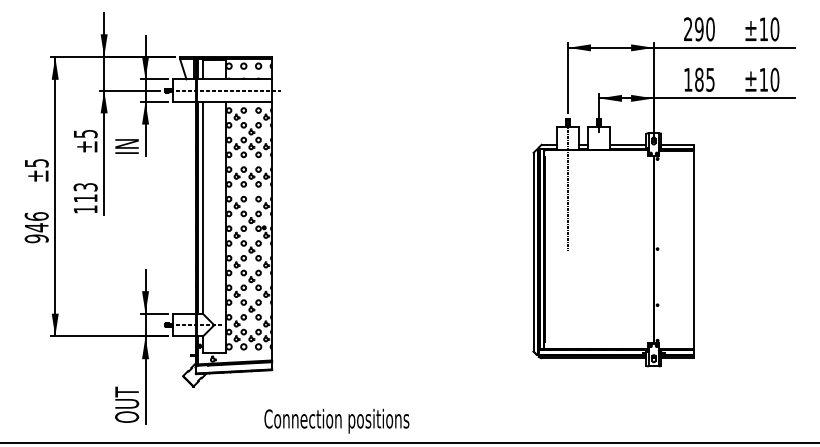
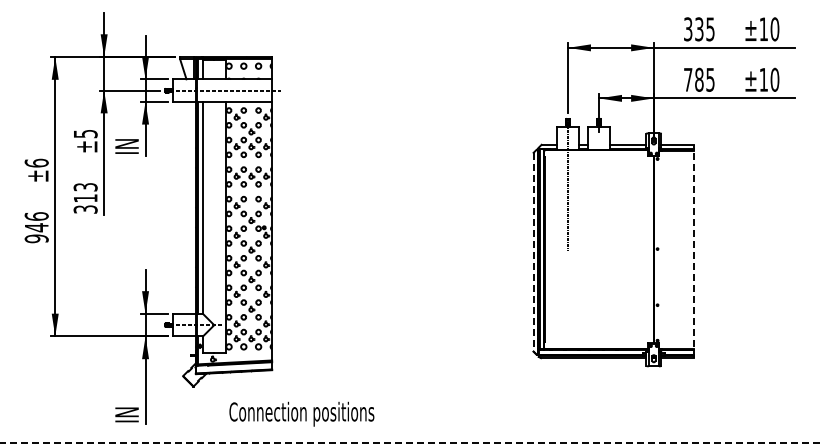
text at (699, 29): 290 -> 335
text at (688, 79): 185 -> 785
text at (36, 162): ±5 -> ±6
text at (85, 209): 113 -> 313
line at (693, 251): solid -> dashed
line at (533, 252): solid -> dashed
text at (127, 404): OUT -> IN
text at (336, 420) position: (336, 420) -> (301, 413)
line at (410, 442): solid -> dashed
